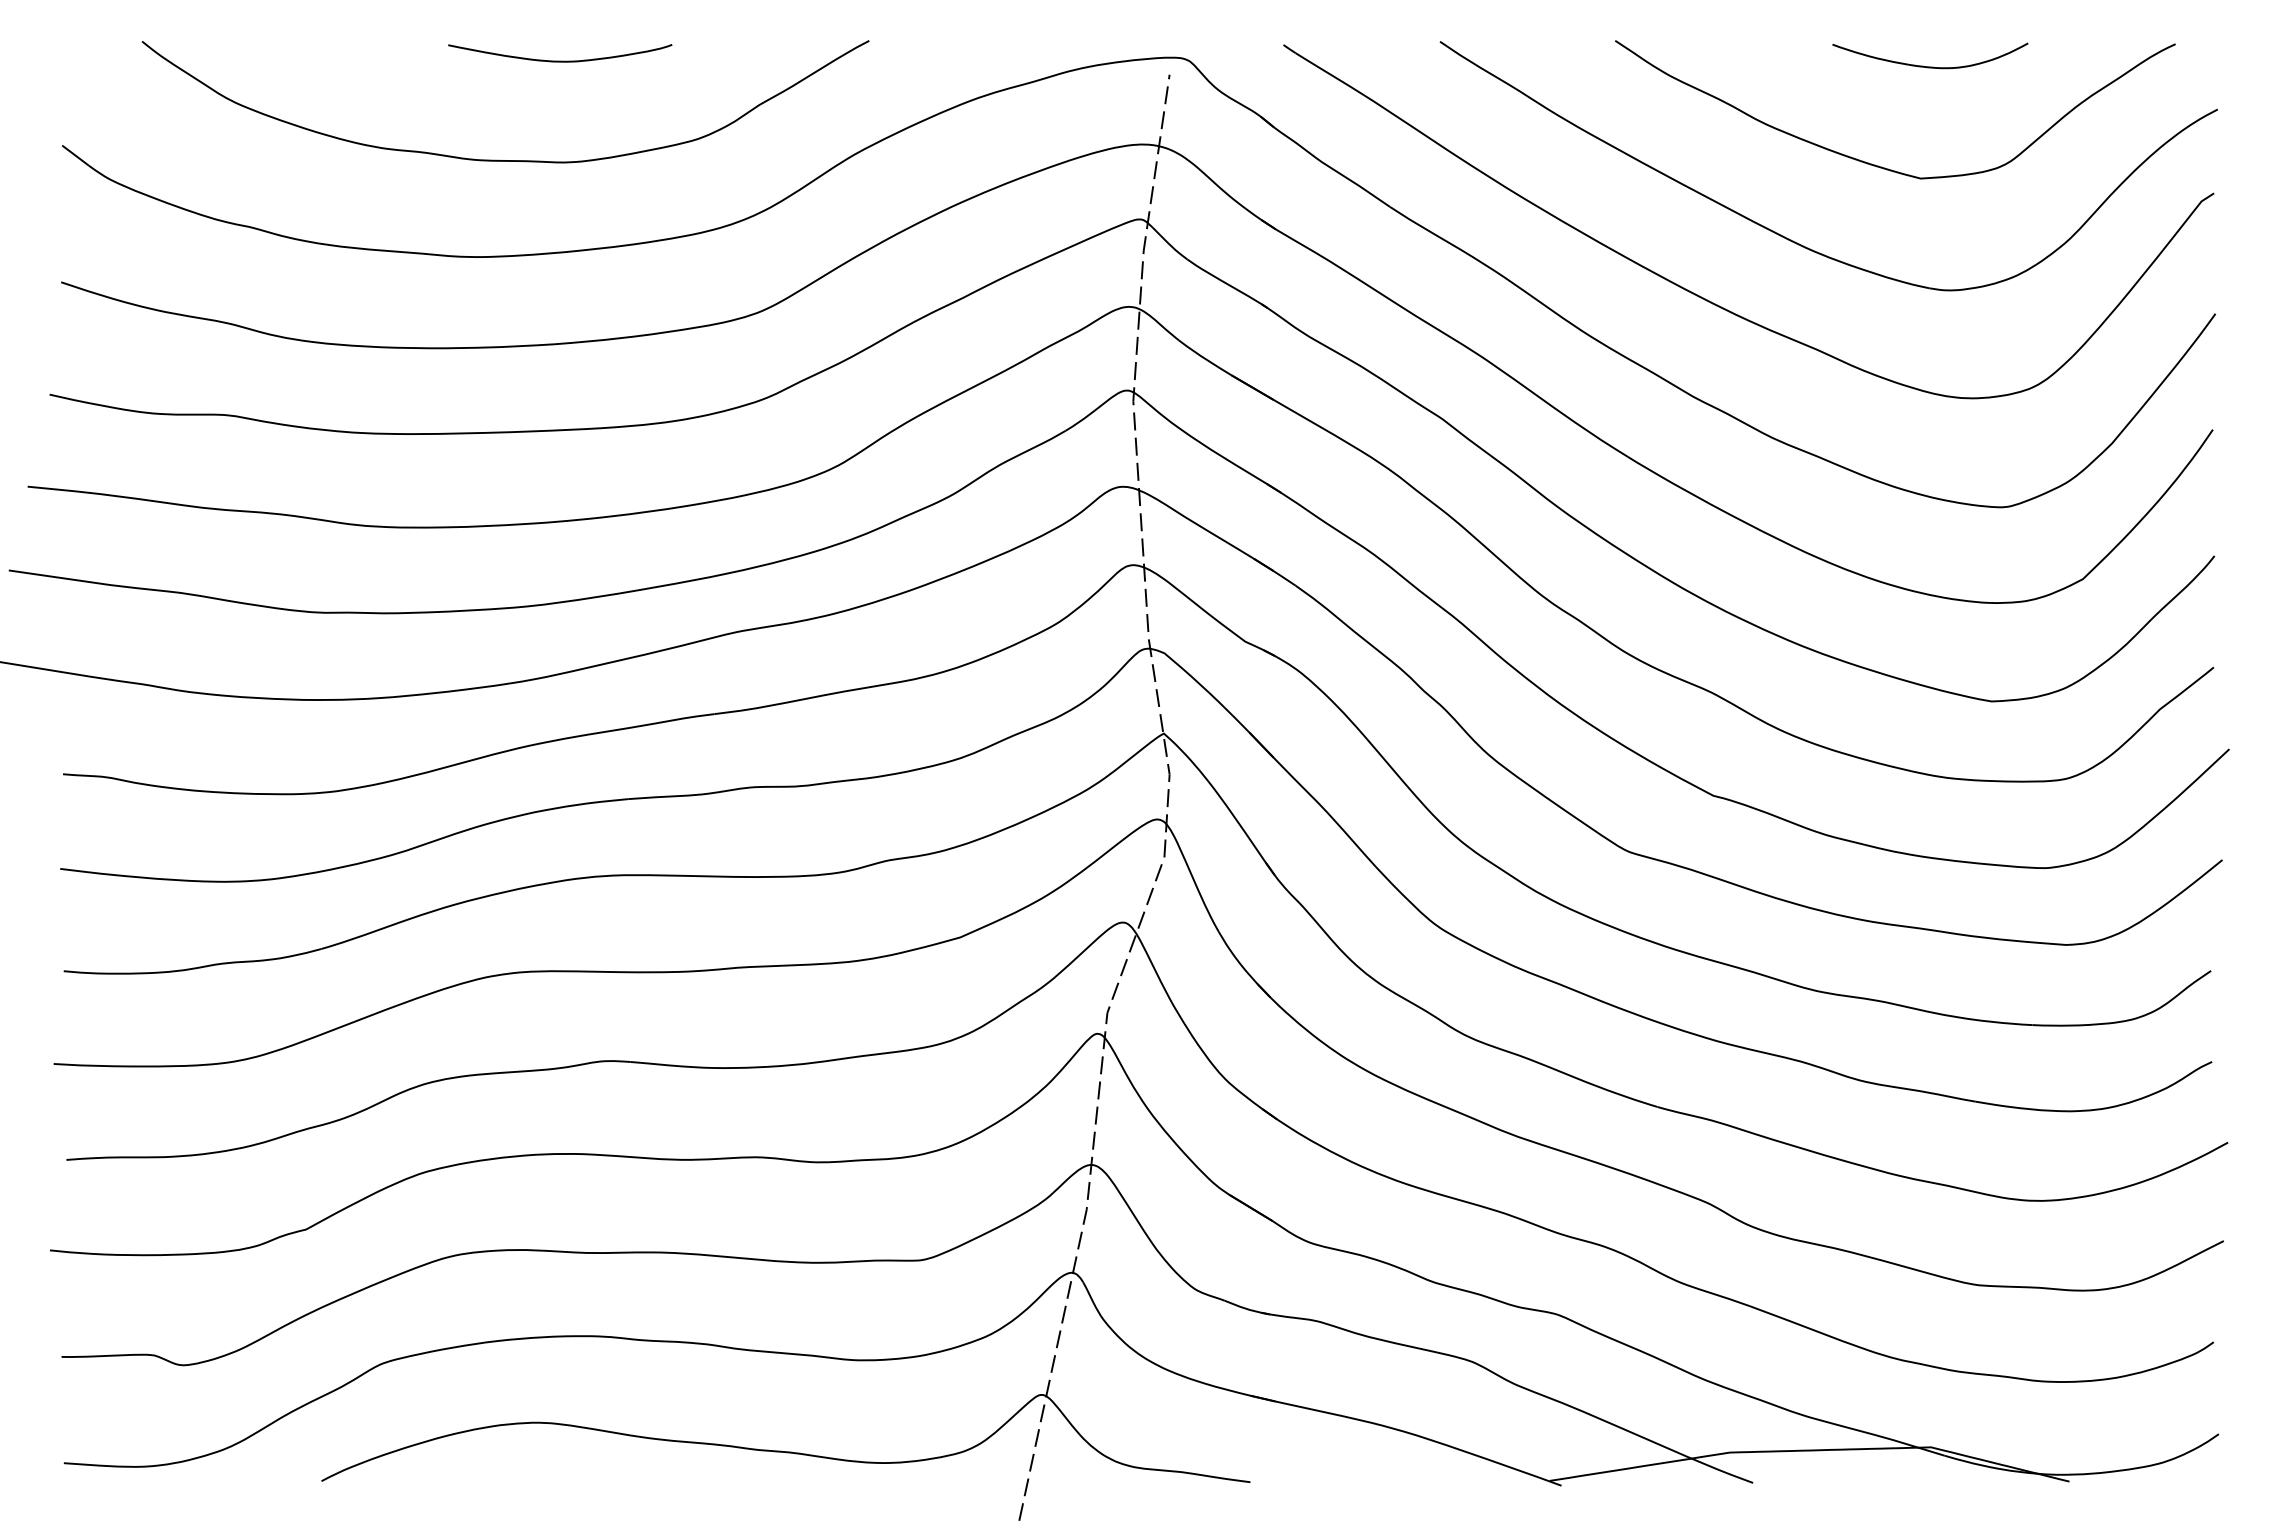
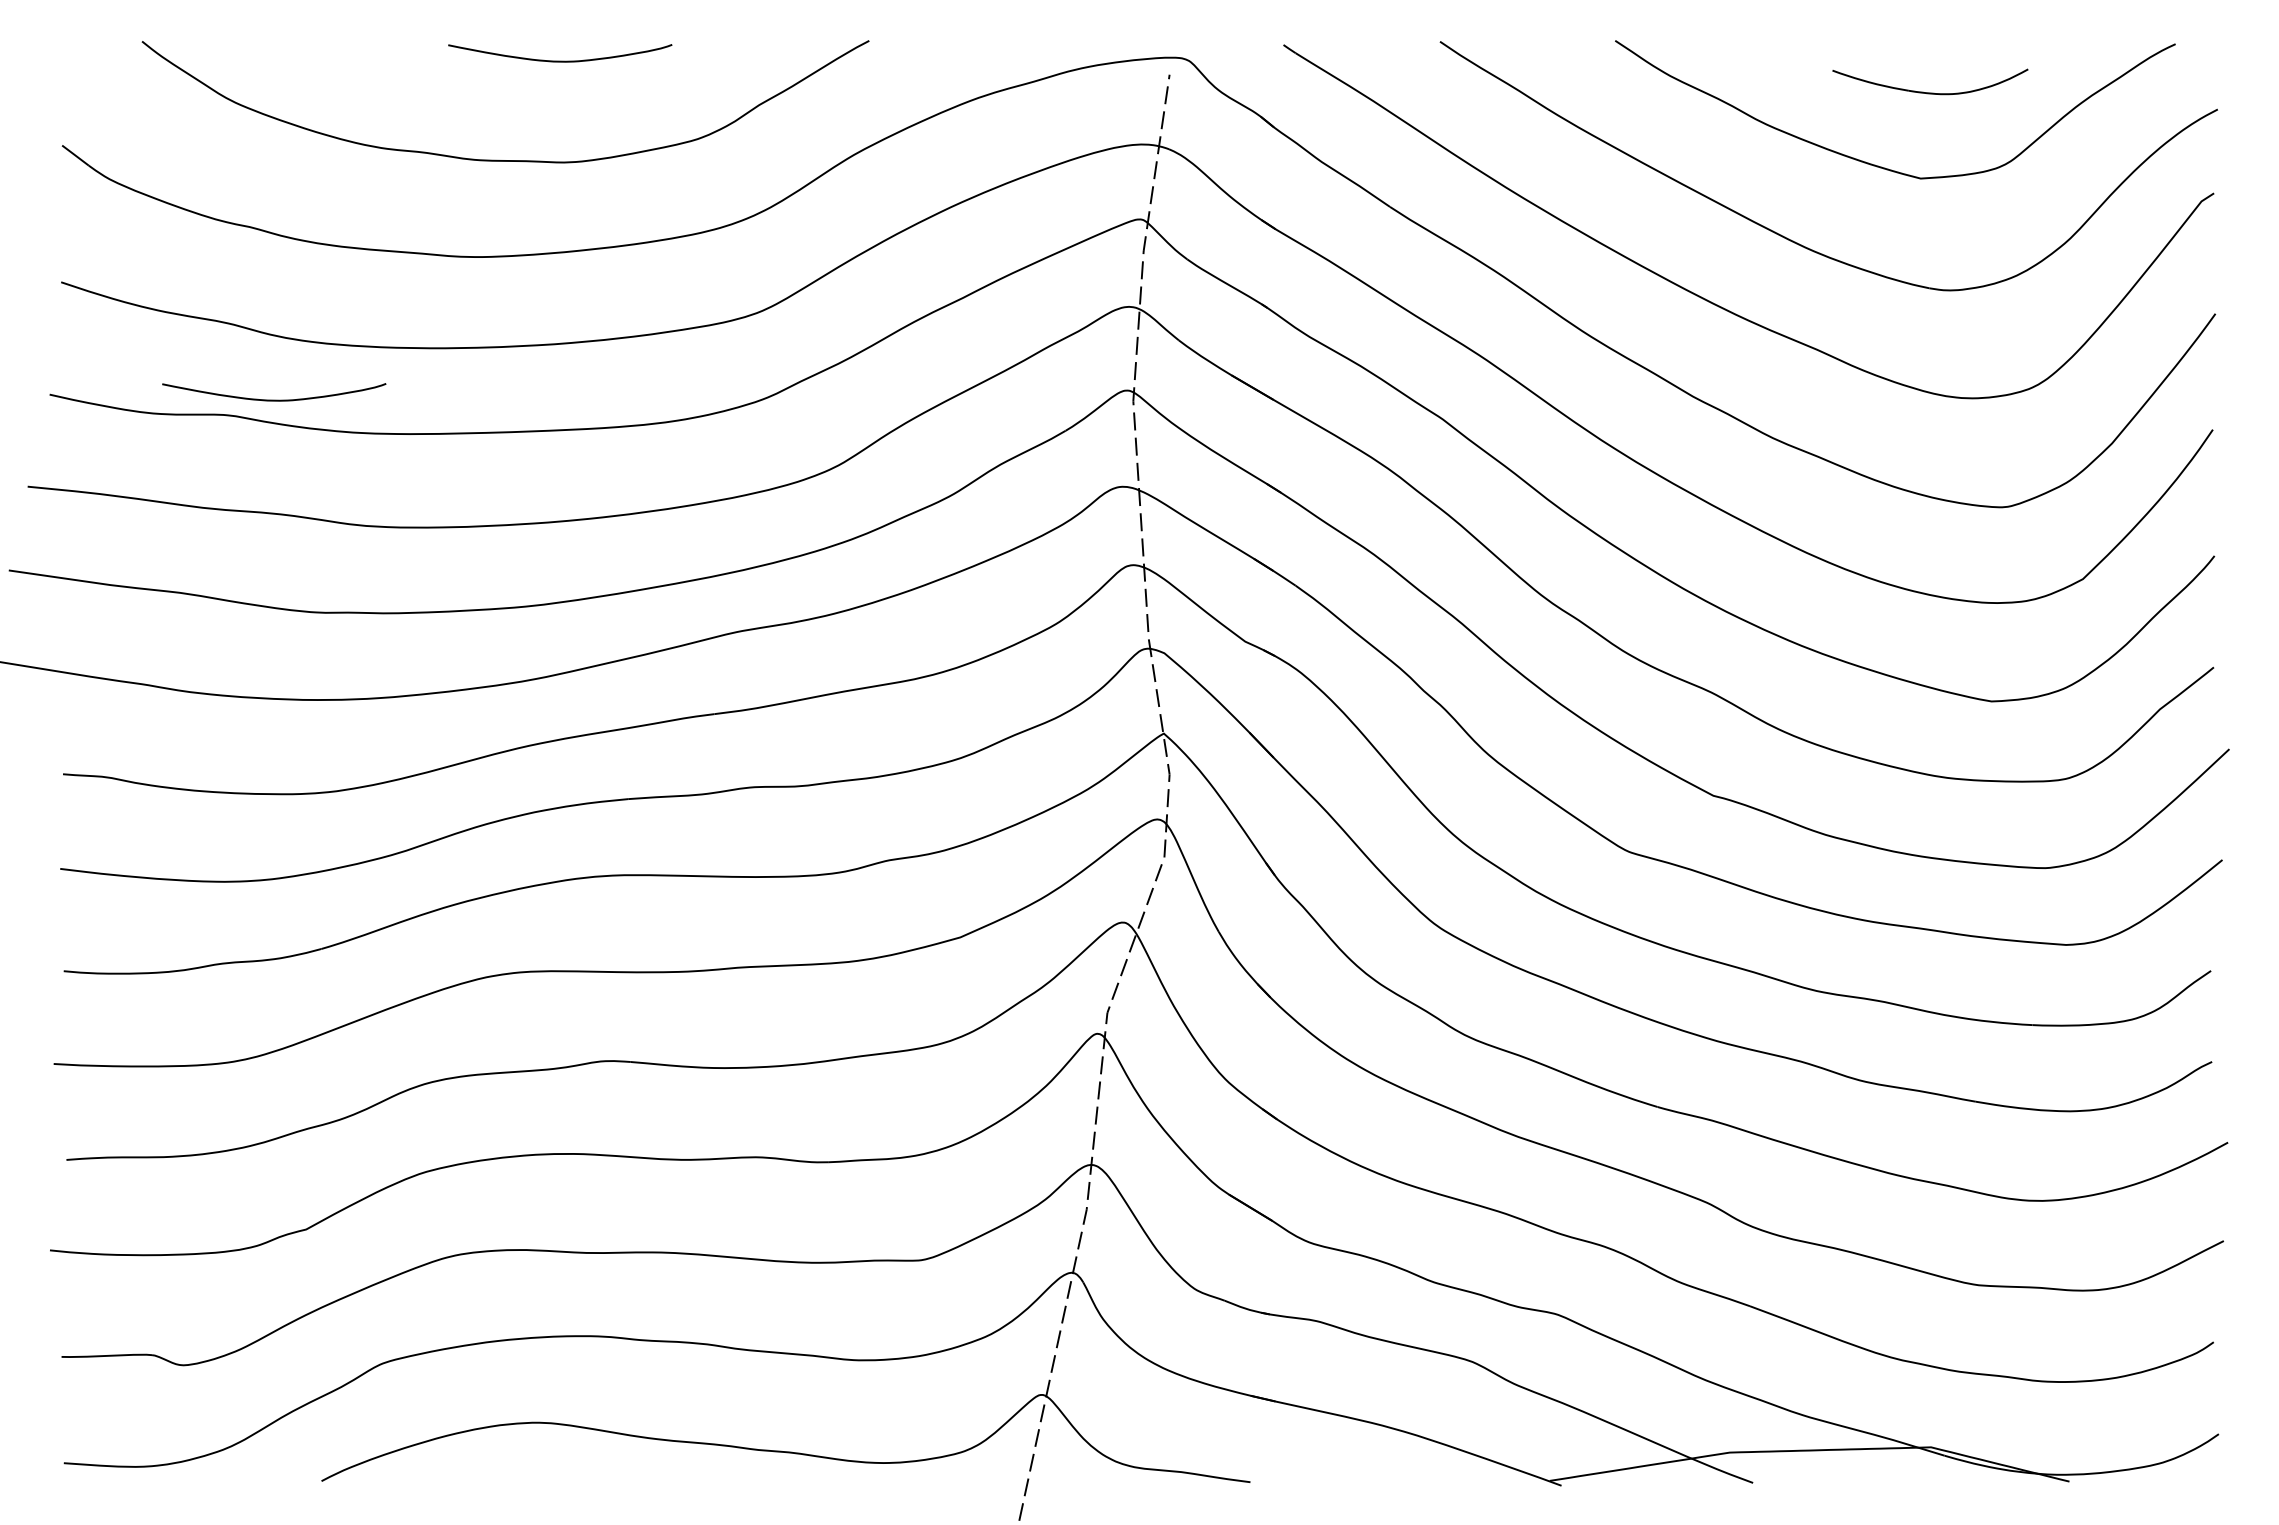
part at (1930, 66) position: (1930, 66) -> (1930, 92)
curve at (274, 399): none -> present
